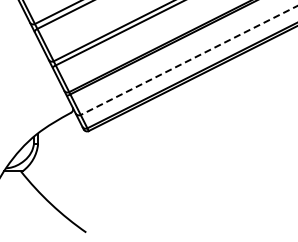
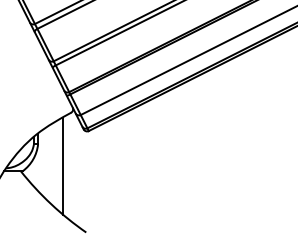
line at (188, 60): dashed -> solid
line at (63, 166): none -> present
